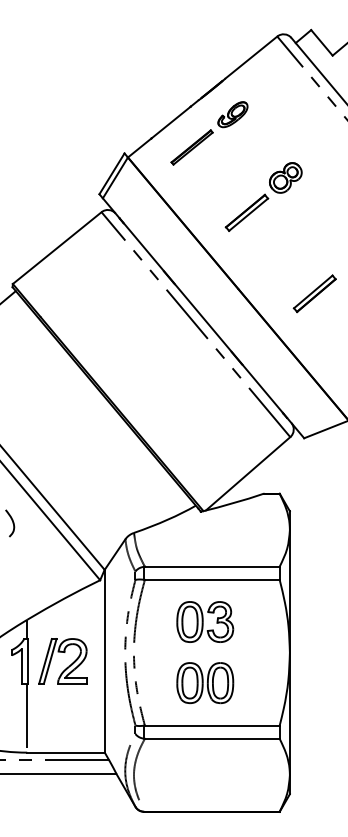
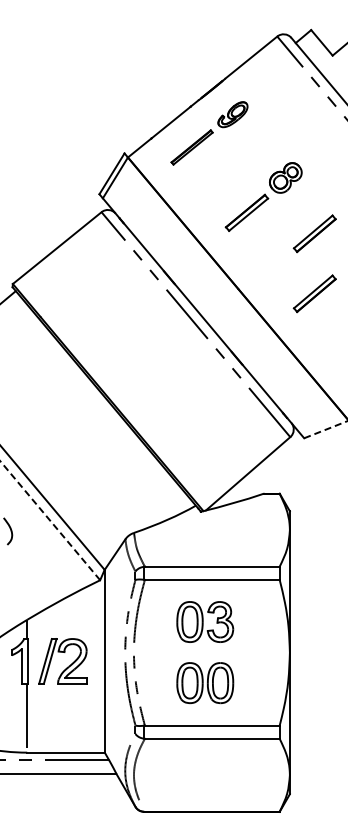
part at (314, 233): none -> present
line at (326, 429): solid -> dashed
line at (50, 520): solid -> dashed
curve at (12, 523) position: (12, 523) -> (10, 531)
